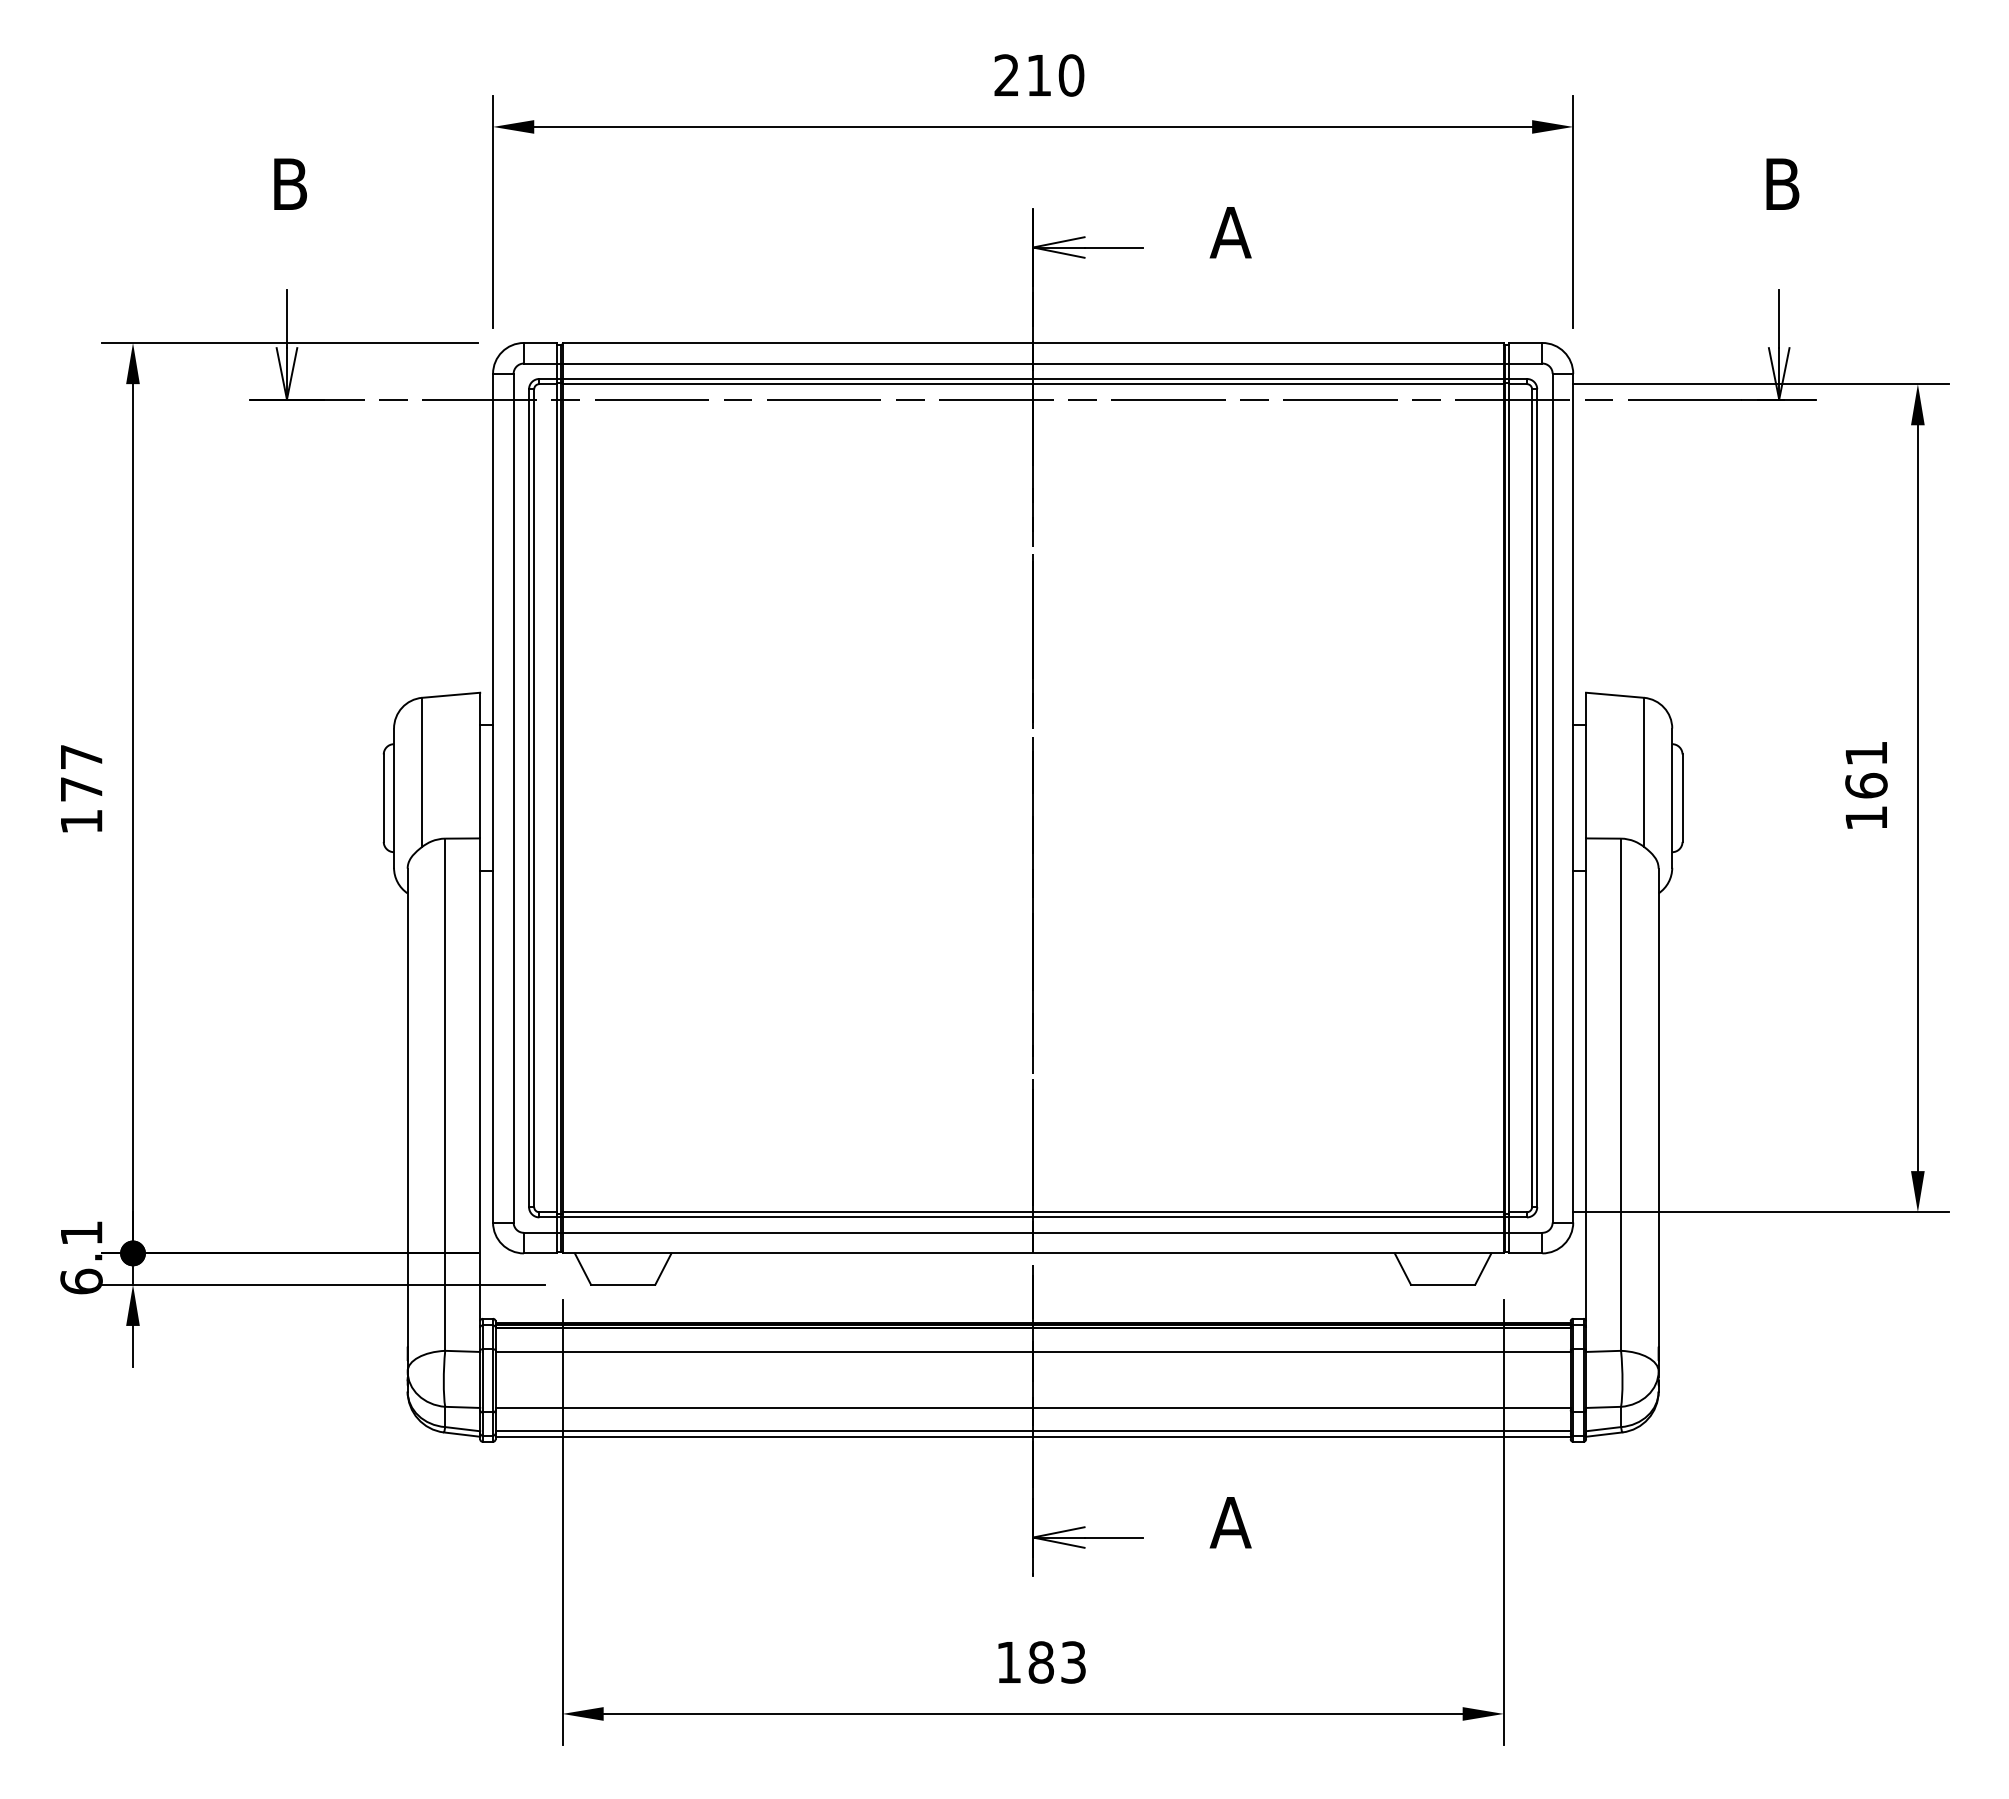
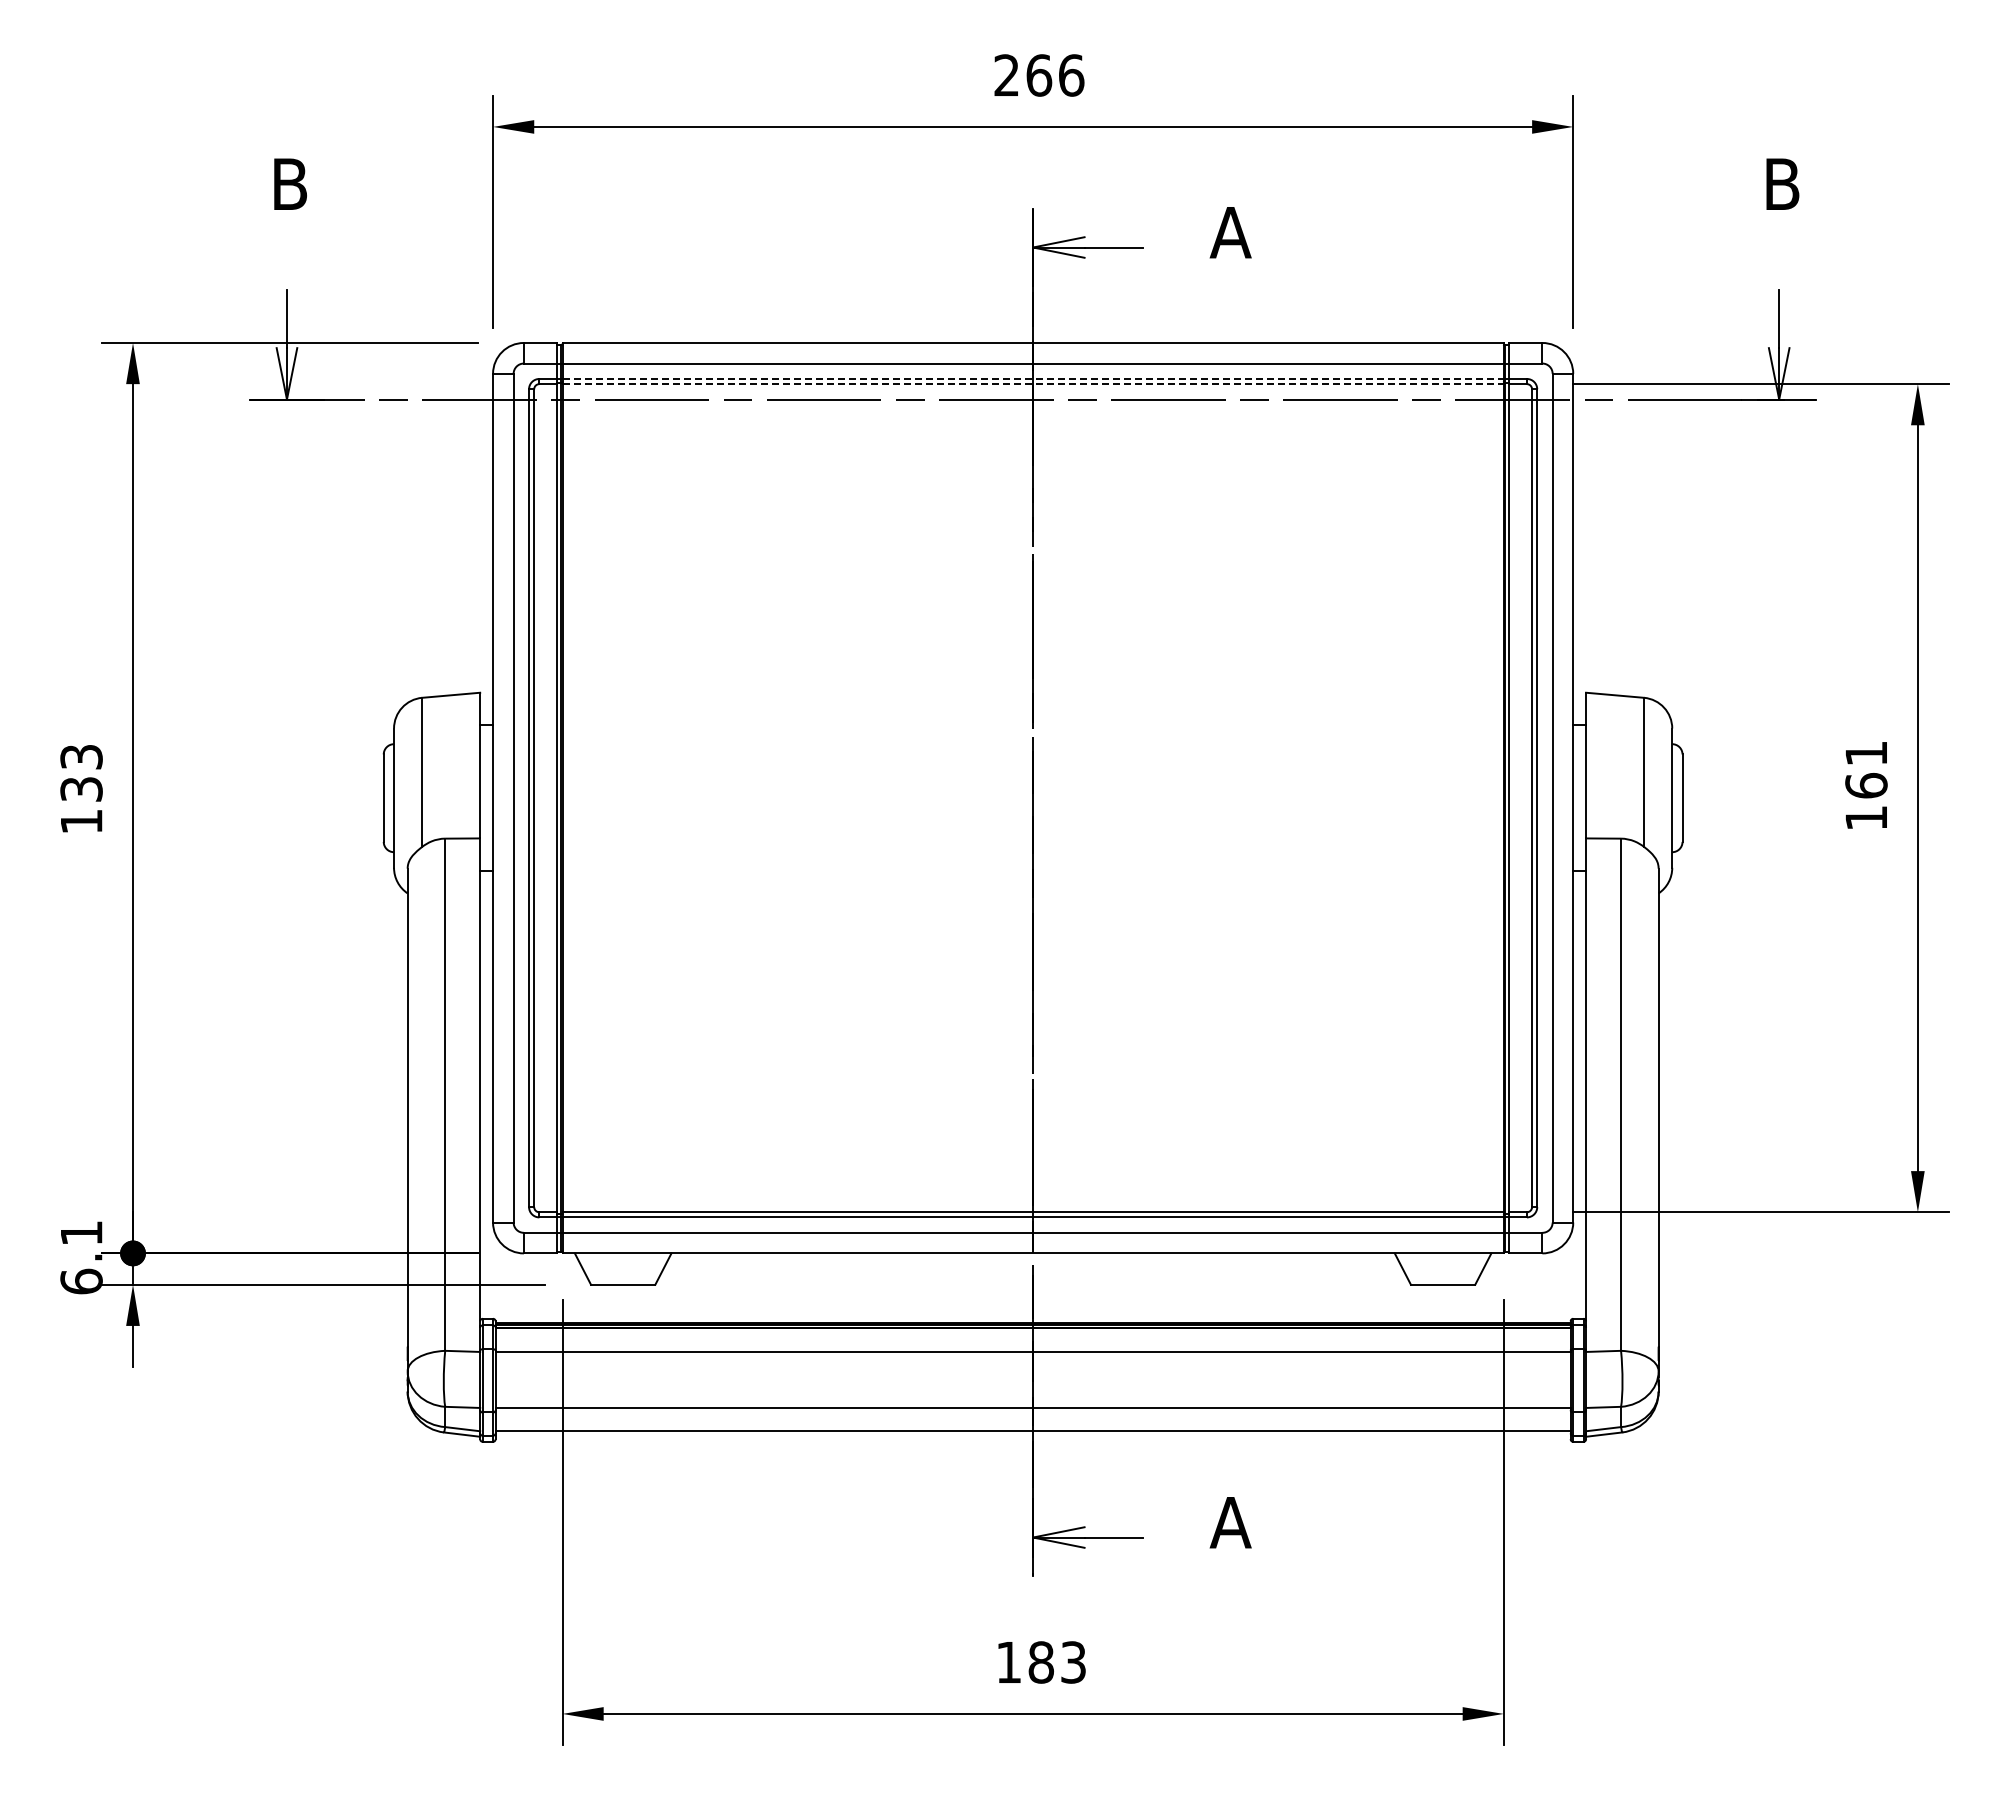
text at (1055, 75): 210 -> 266
line at (1033, 378): solid -> dashed
line at (1033, 384): solid -> dashed
text at (81, 773): 177 -> 133
line at (1032, 1436): present -> none
